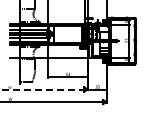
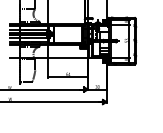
line at (41, 89): dashed -> solid
